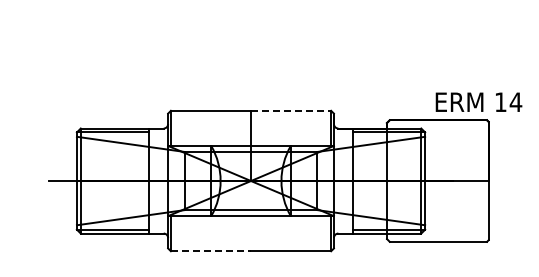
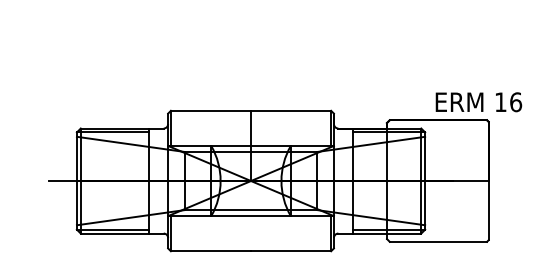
text at (515, 102): 14 -> 16
line at (291, 110): dashed -> solid
line at (211, 251): dashed -> solid
